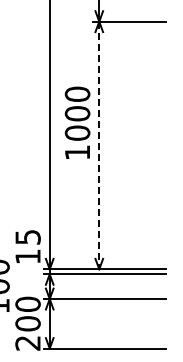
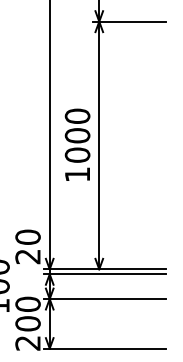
text at (77, 122) position: (77, 122) -> (77, 144)
line at (99, 145): dashed -> solid
text at (27, 246): 15 -> 20
